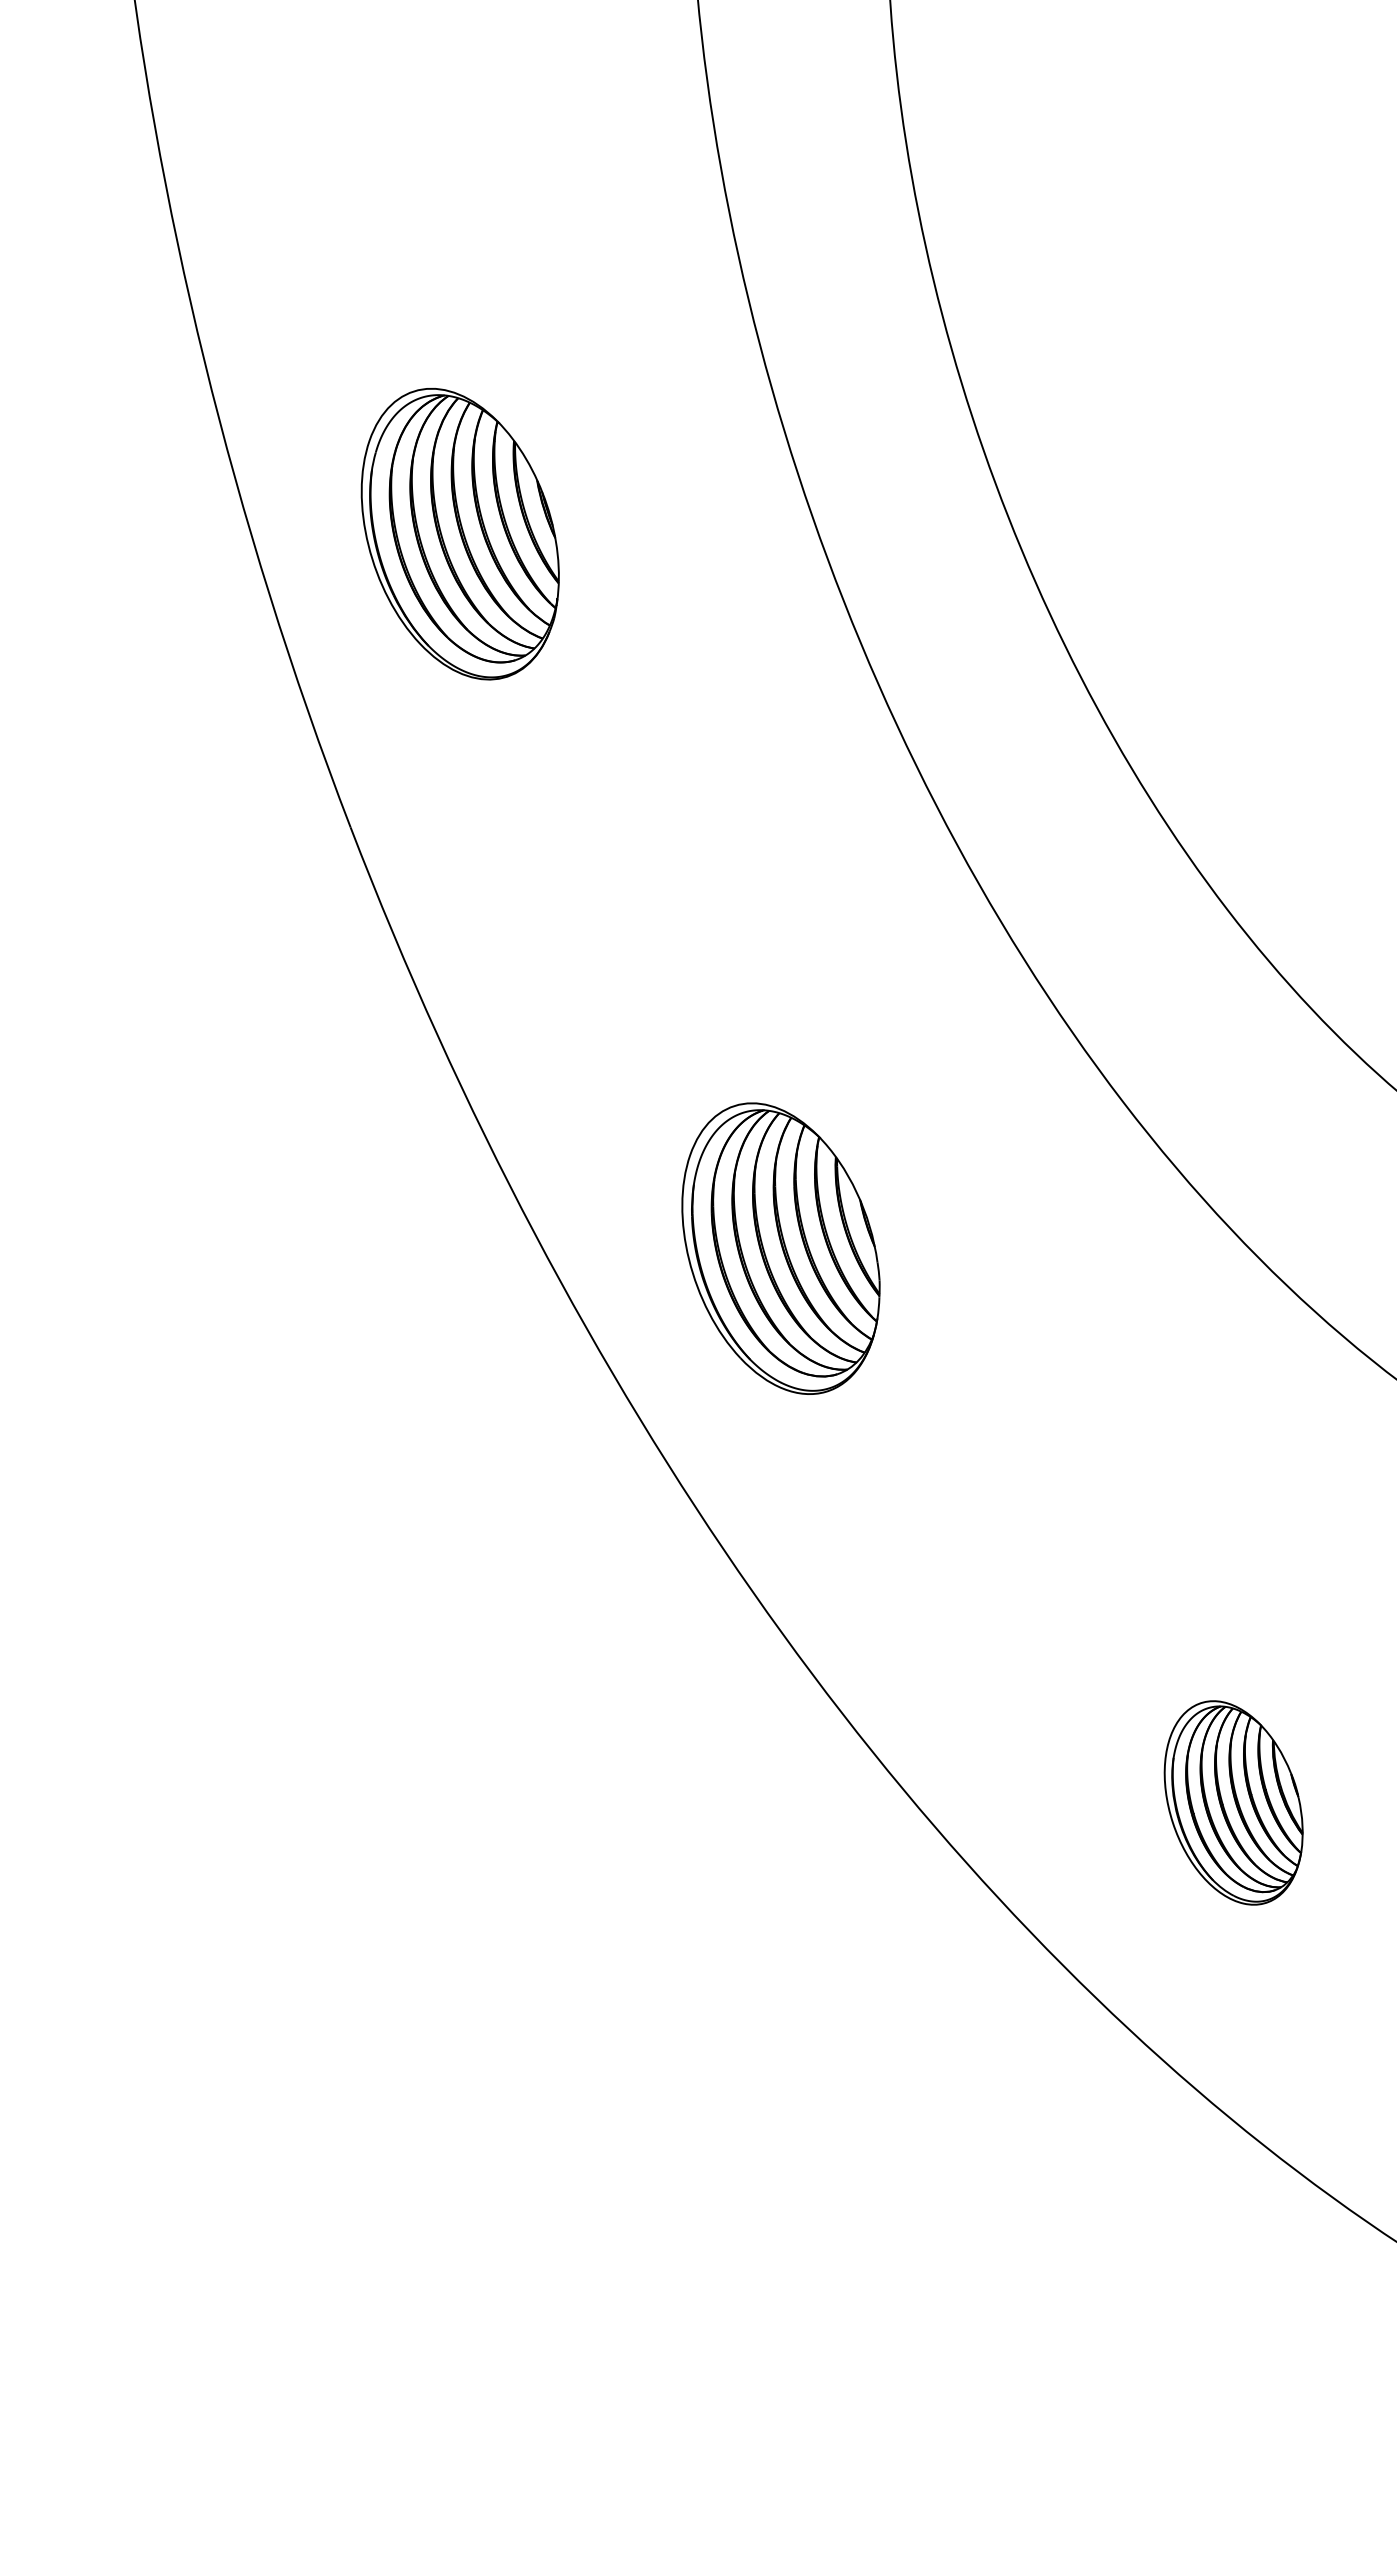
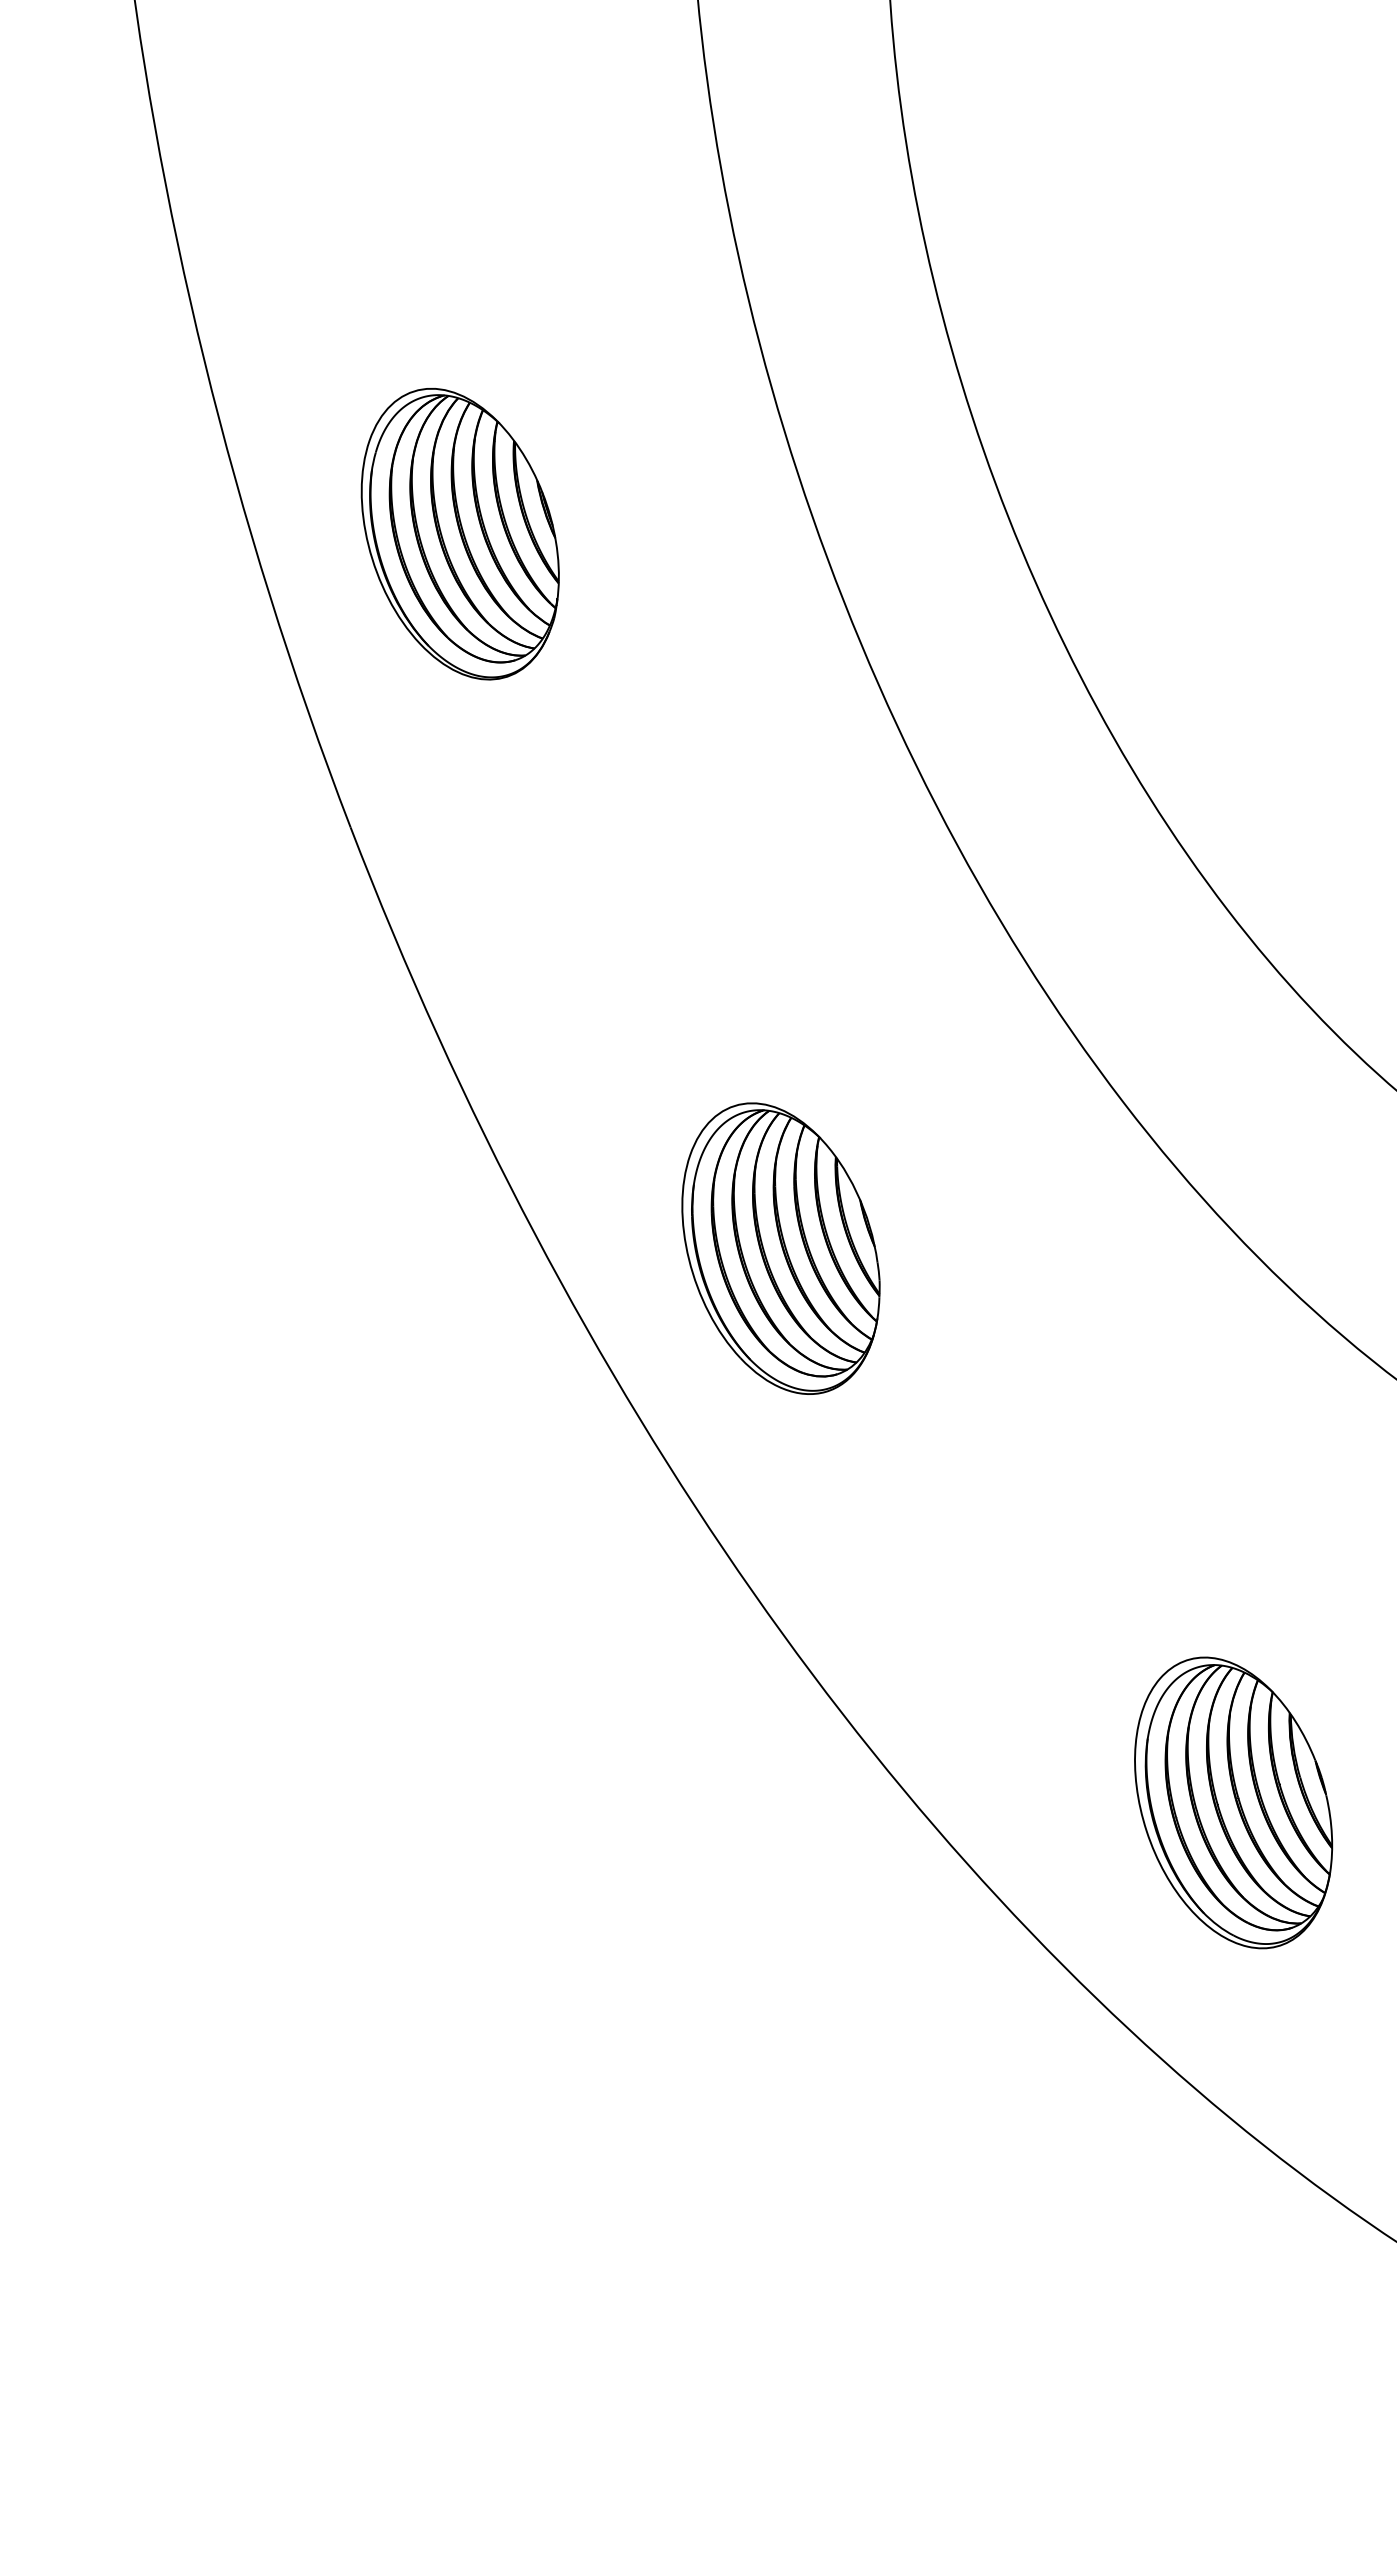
part at (1233, 1802) size: 141x206 px -> 200x294 px
